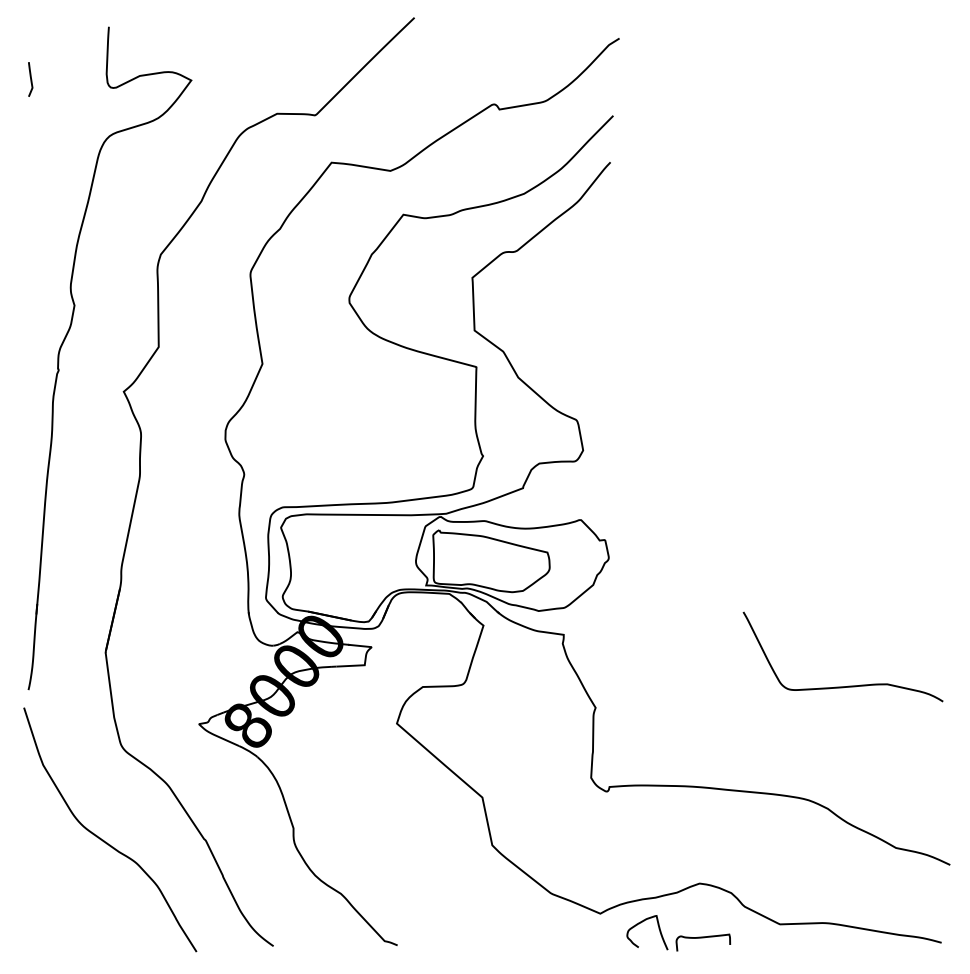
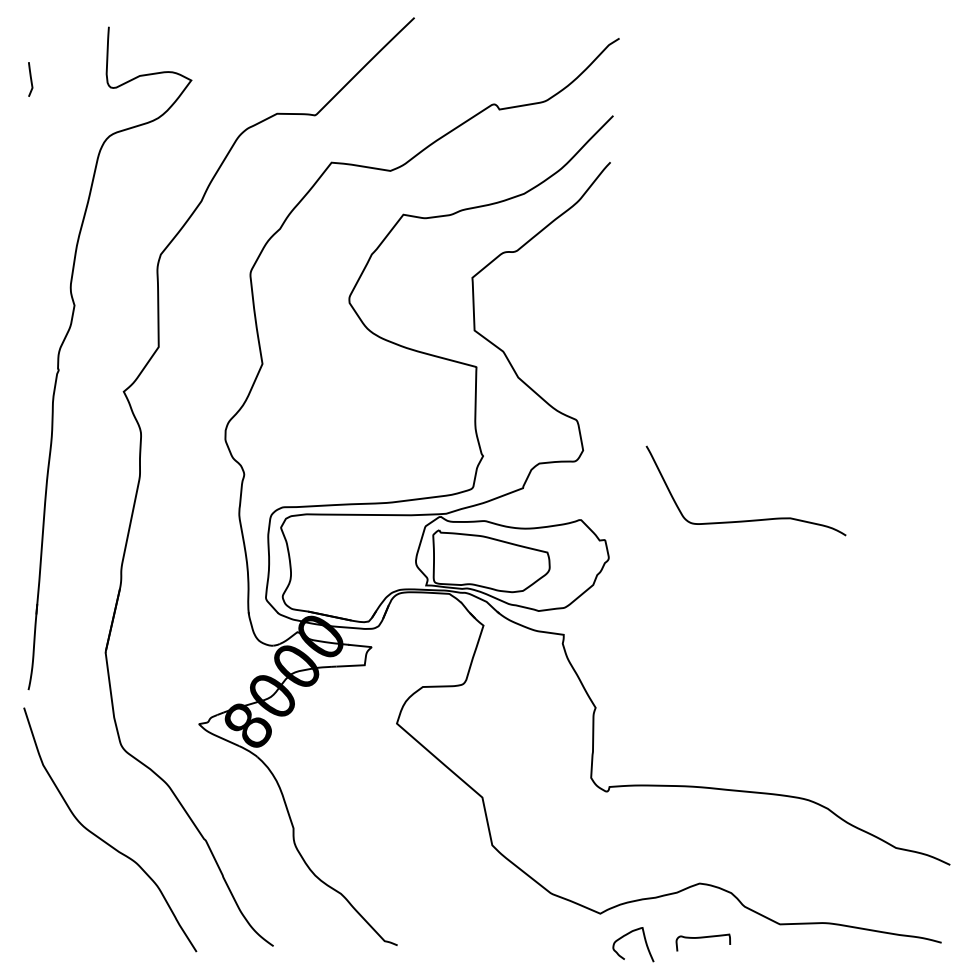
curve at (848, 685) position: (848, 685) -> (751, 519)
curve at (641, 923) position: (641, 923) -> (627, 935)
